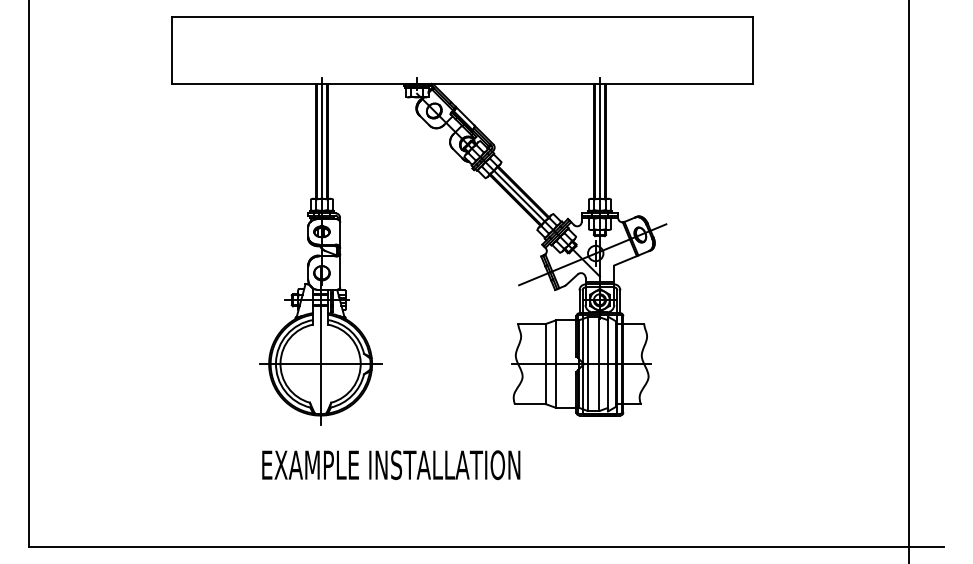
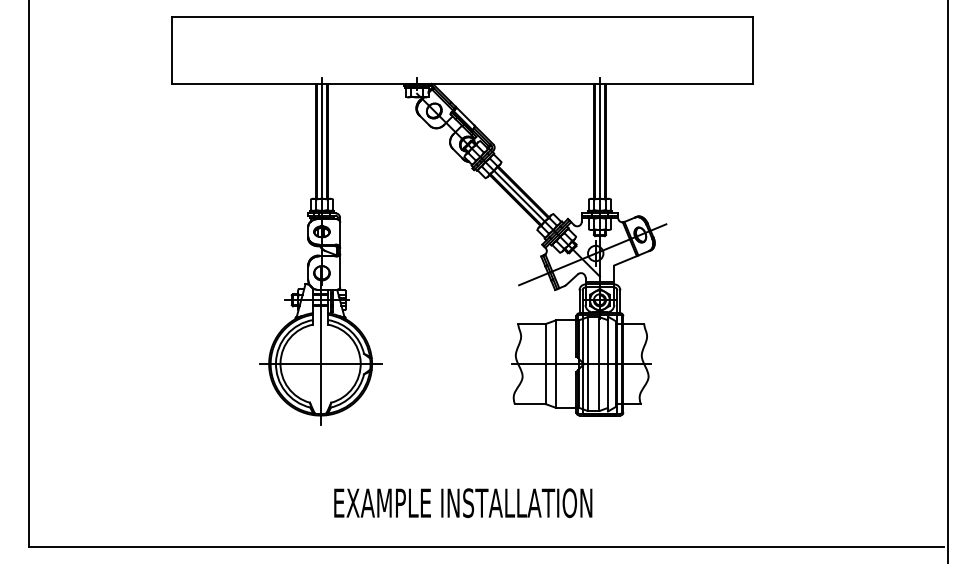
line at (908, 281) position: (908, 281) -> (947, 281)
text at (391, 465) position: (391, 465) -> (463, 503)
